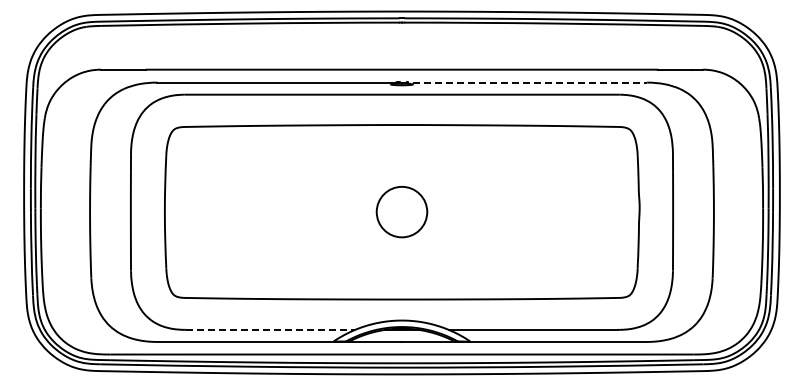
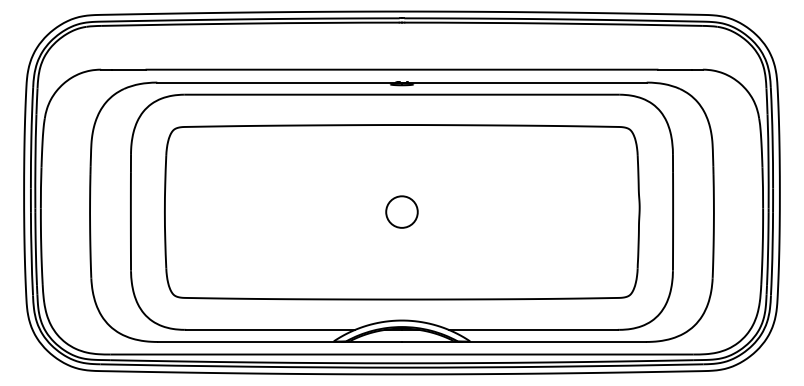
line at (524, 82): dashed -> solid
circle at (401, 211) diameter: 51 px -> 32 px
line at (270, 329): dashed -> solid
